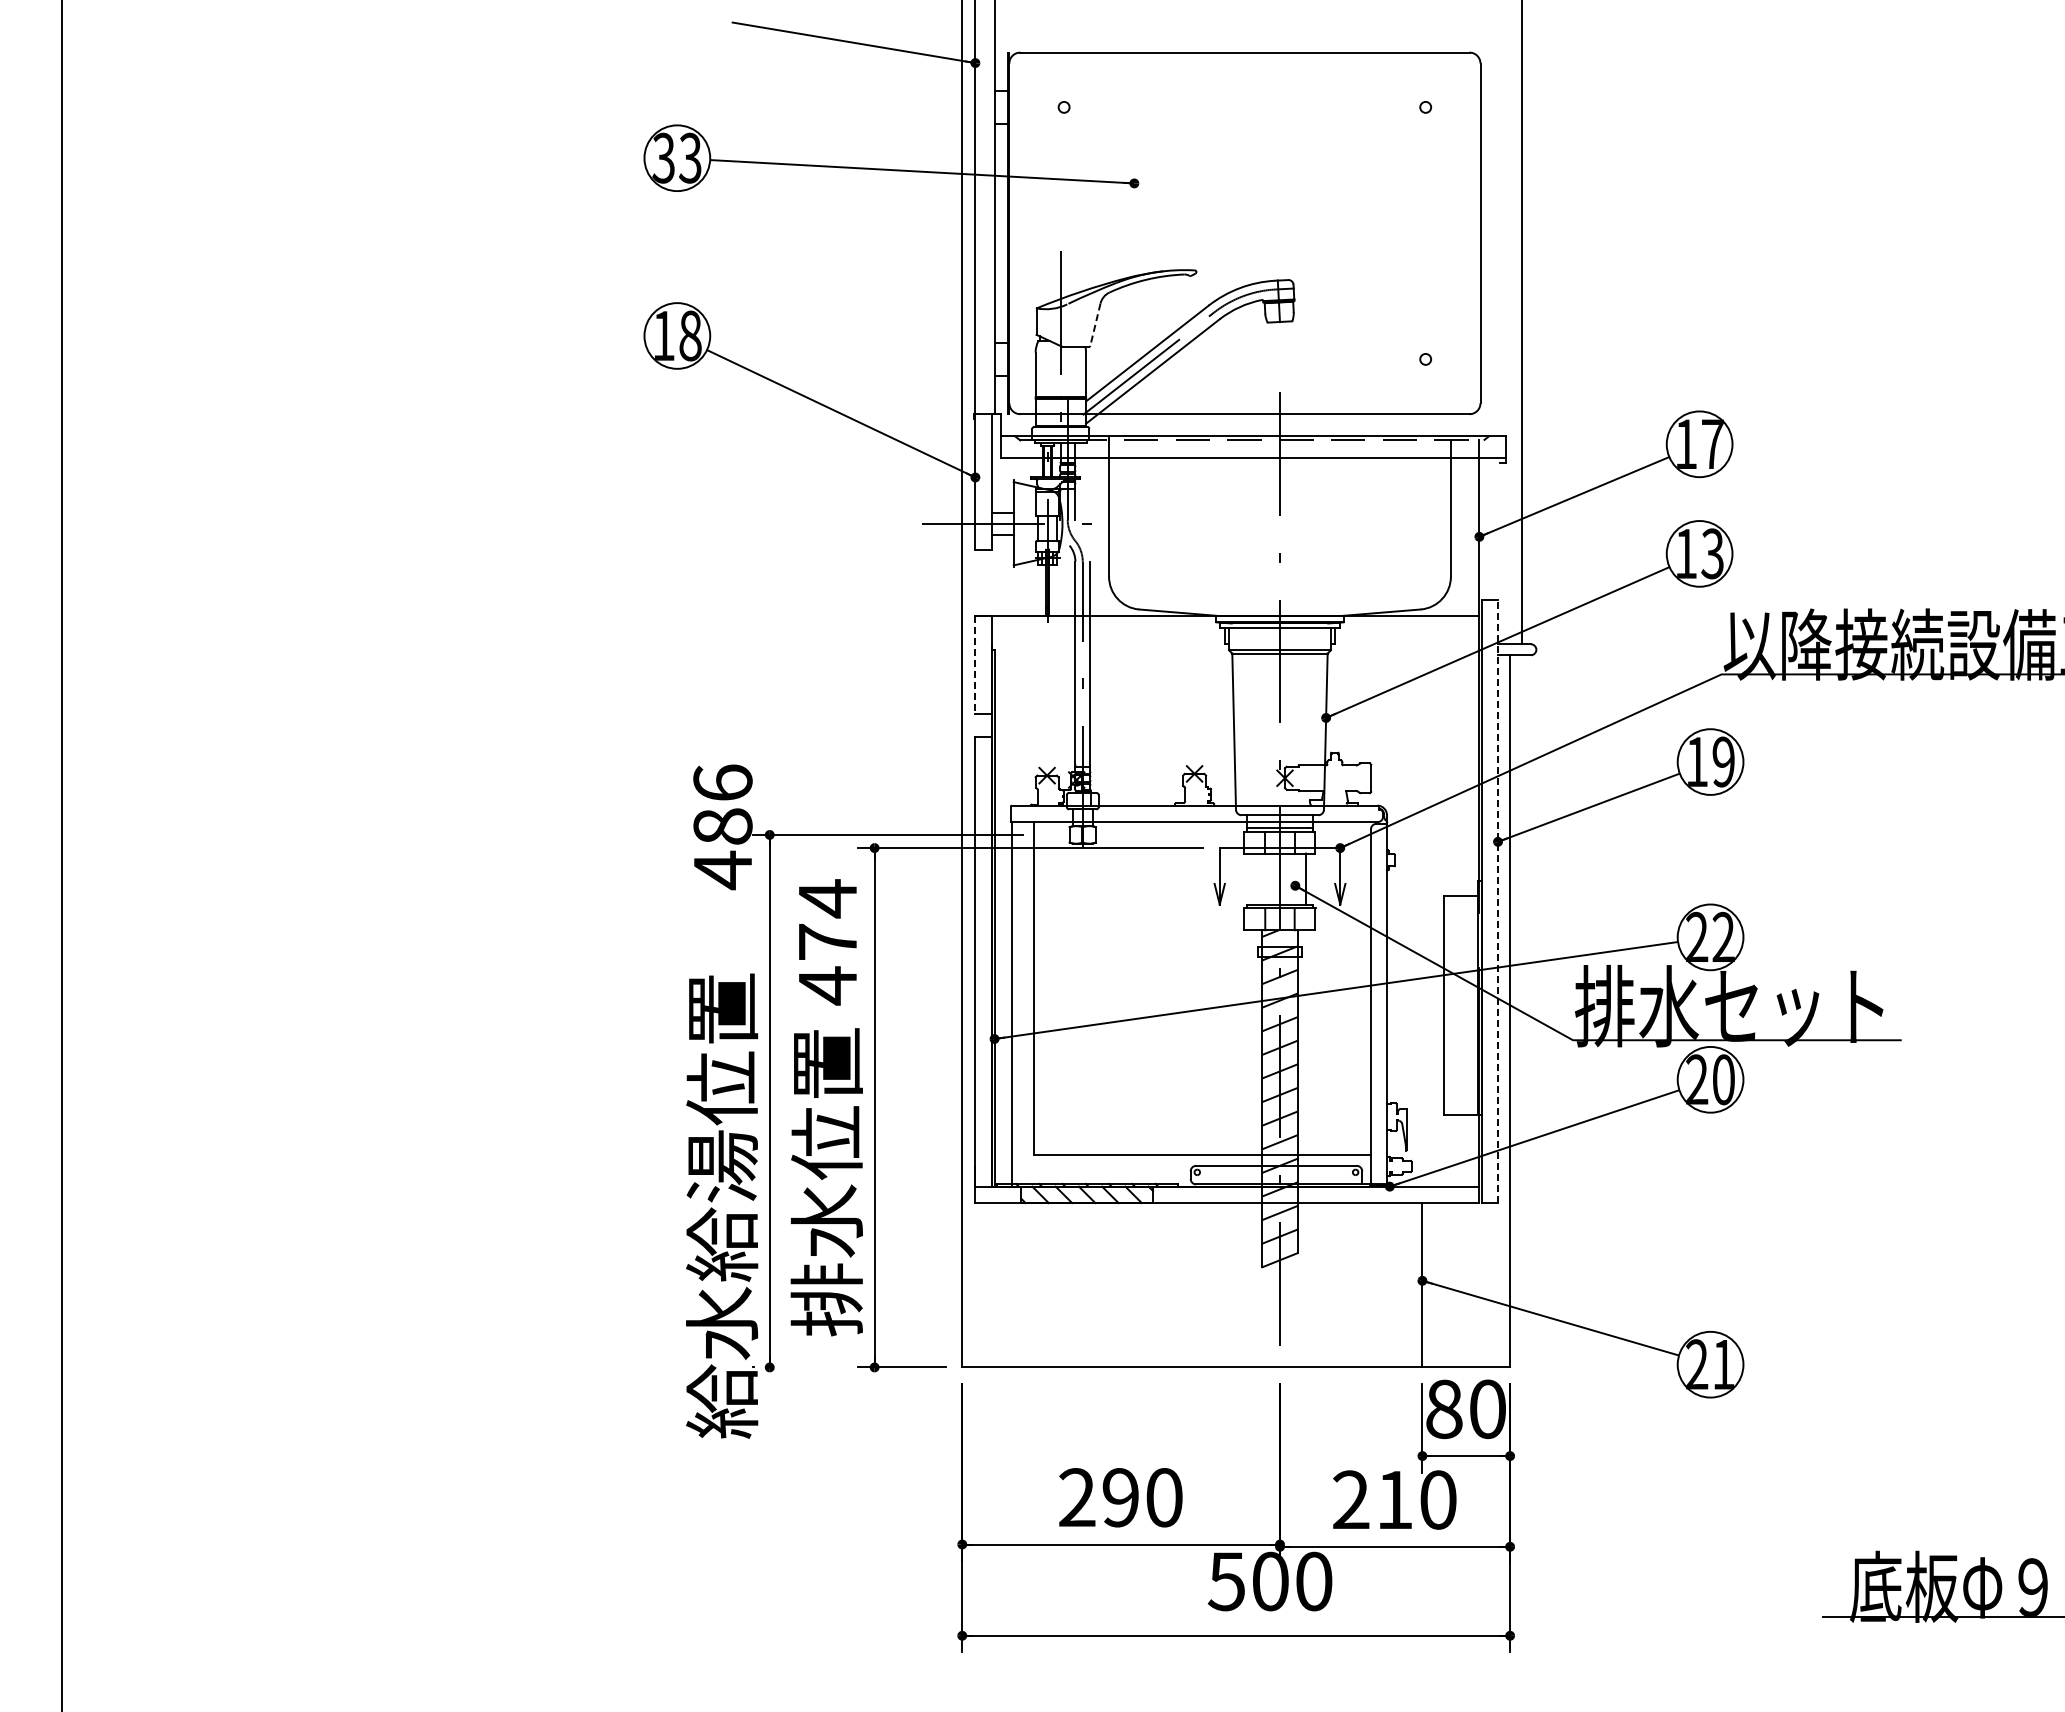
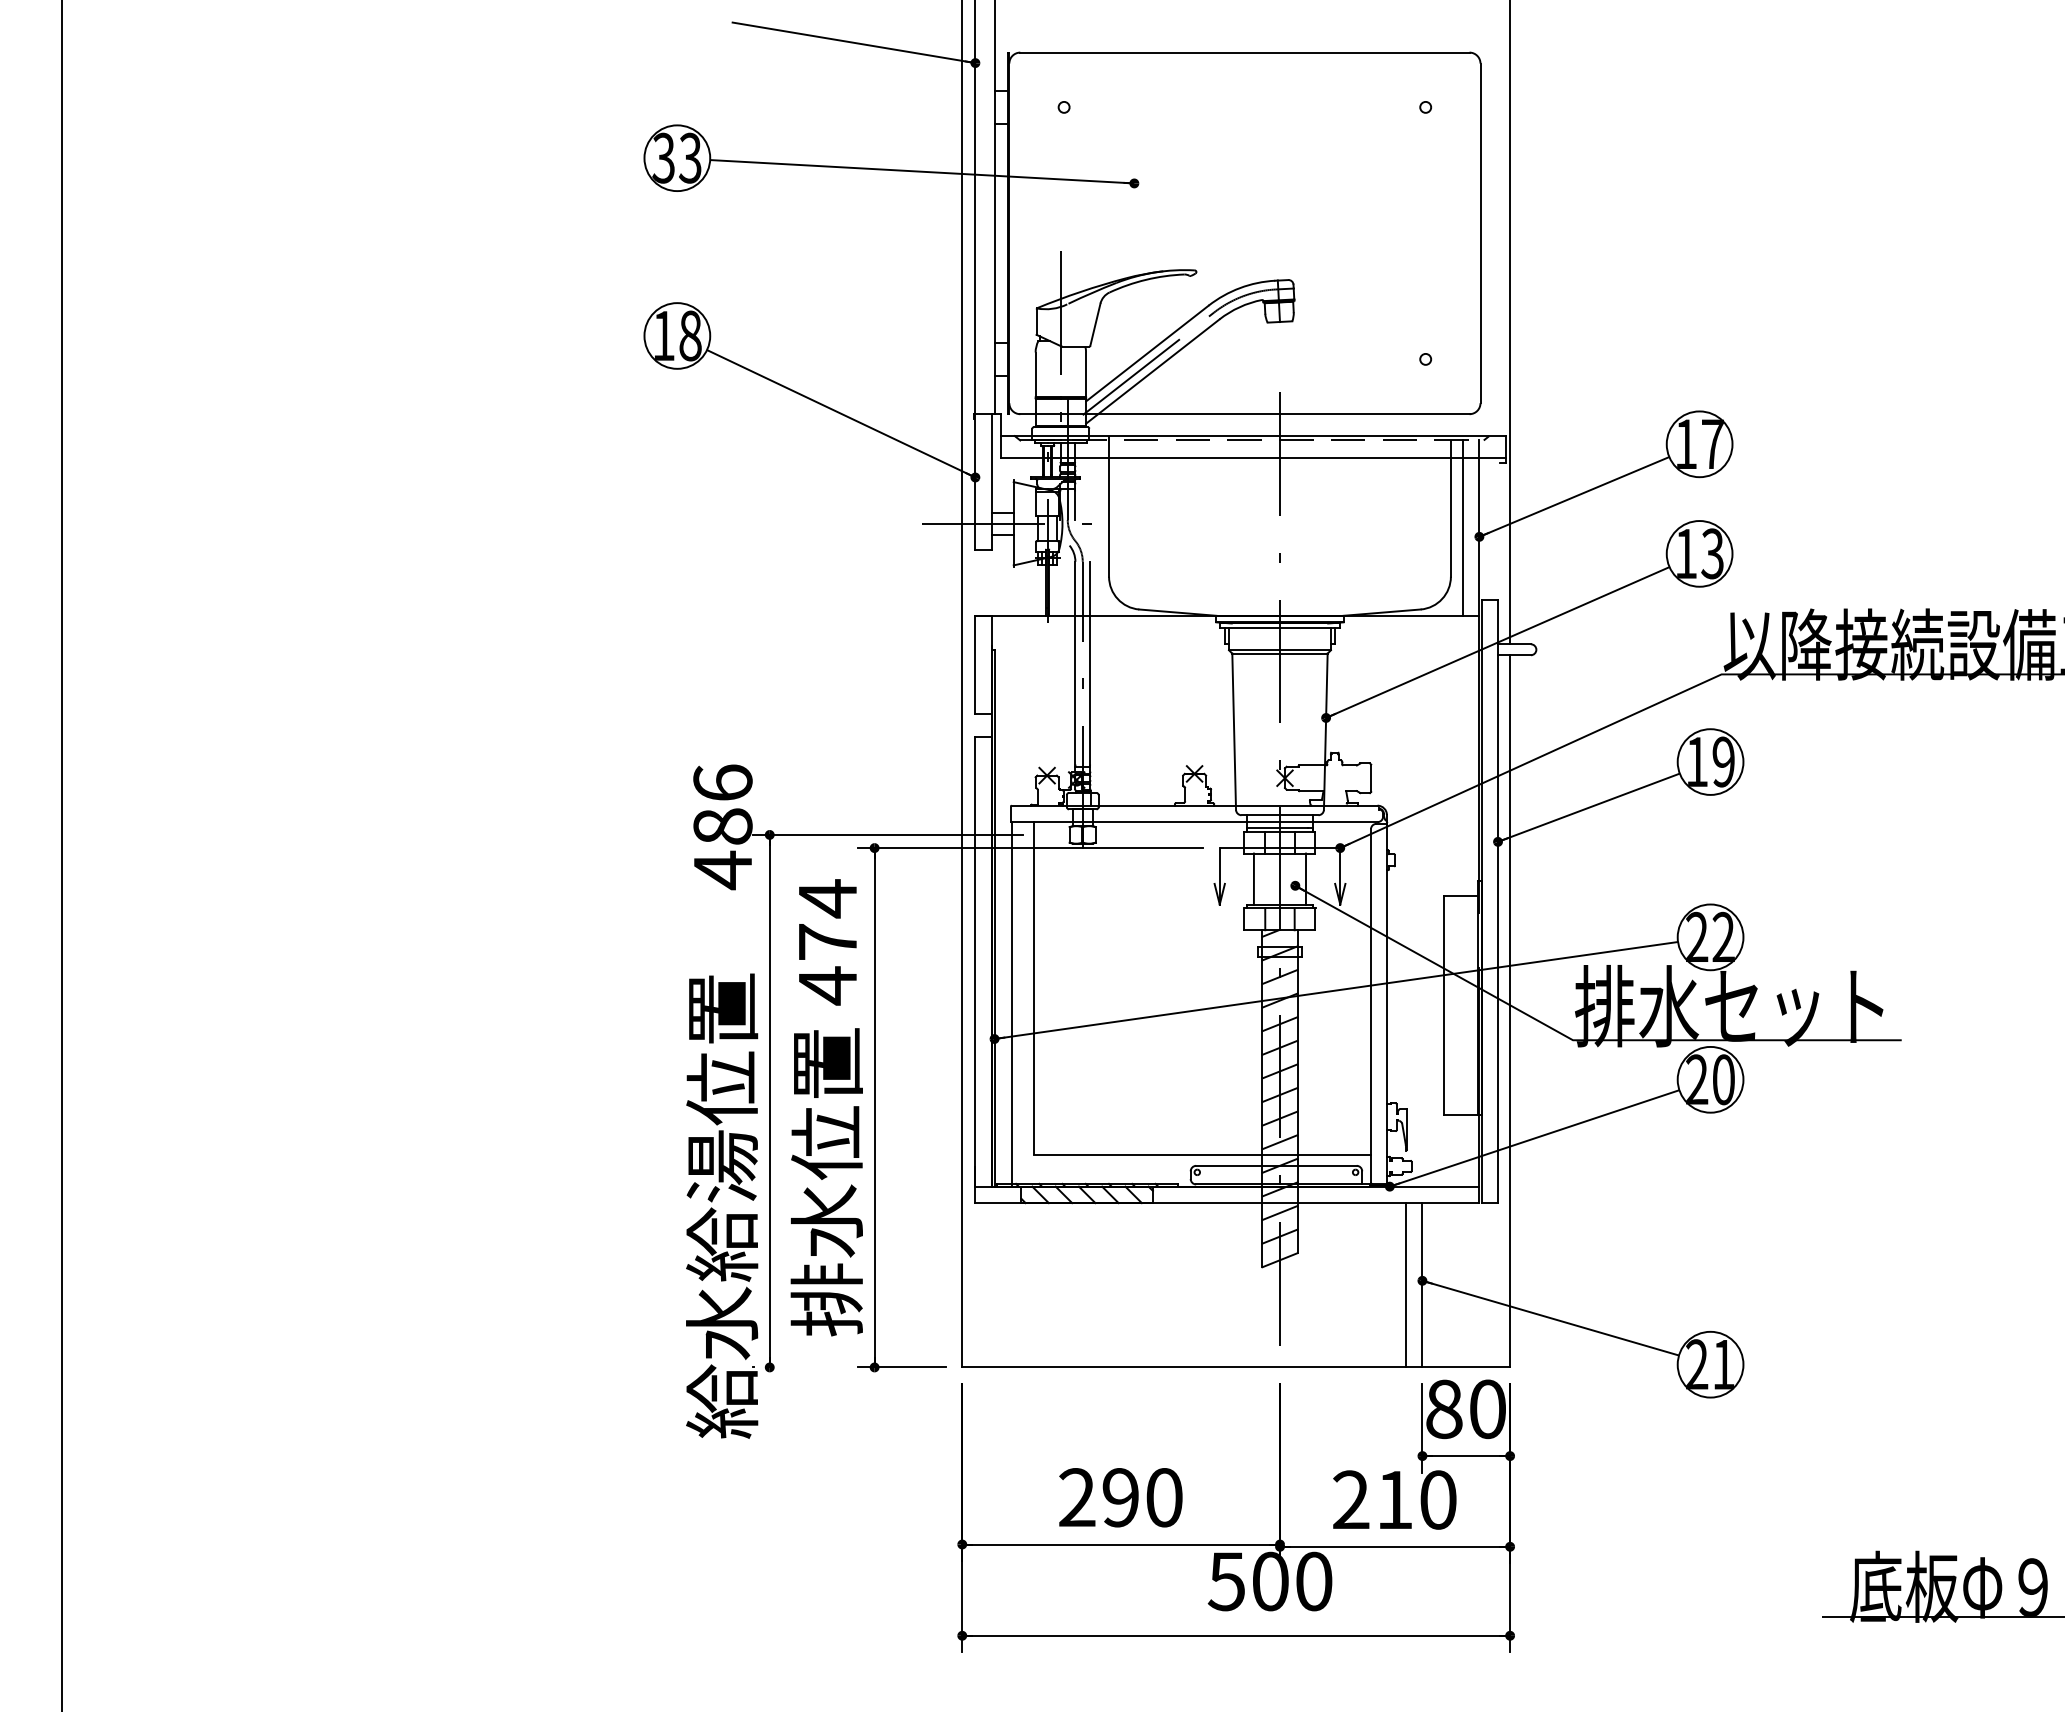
line at (1522, 323) position: (1522, 323) -> (1510, 323)
line at (1095, 324): dashed -> solid
line at (1462, 527): none -> present
line at (975, 665): dashed -> solid
line at (1253, 879): none -> present
line at (1498, 901): dashed -> solid
line at (1405, 1285): none -> present
